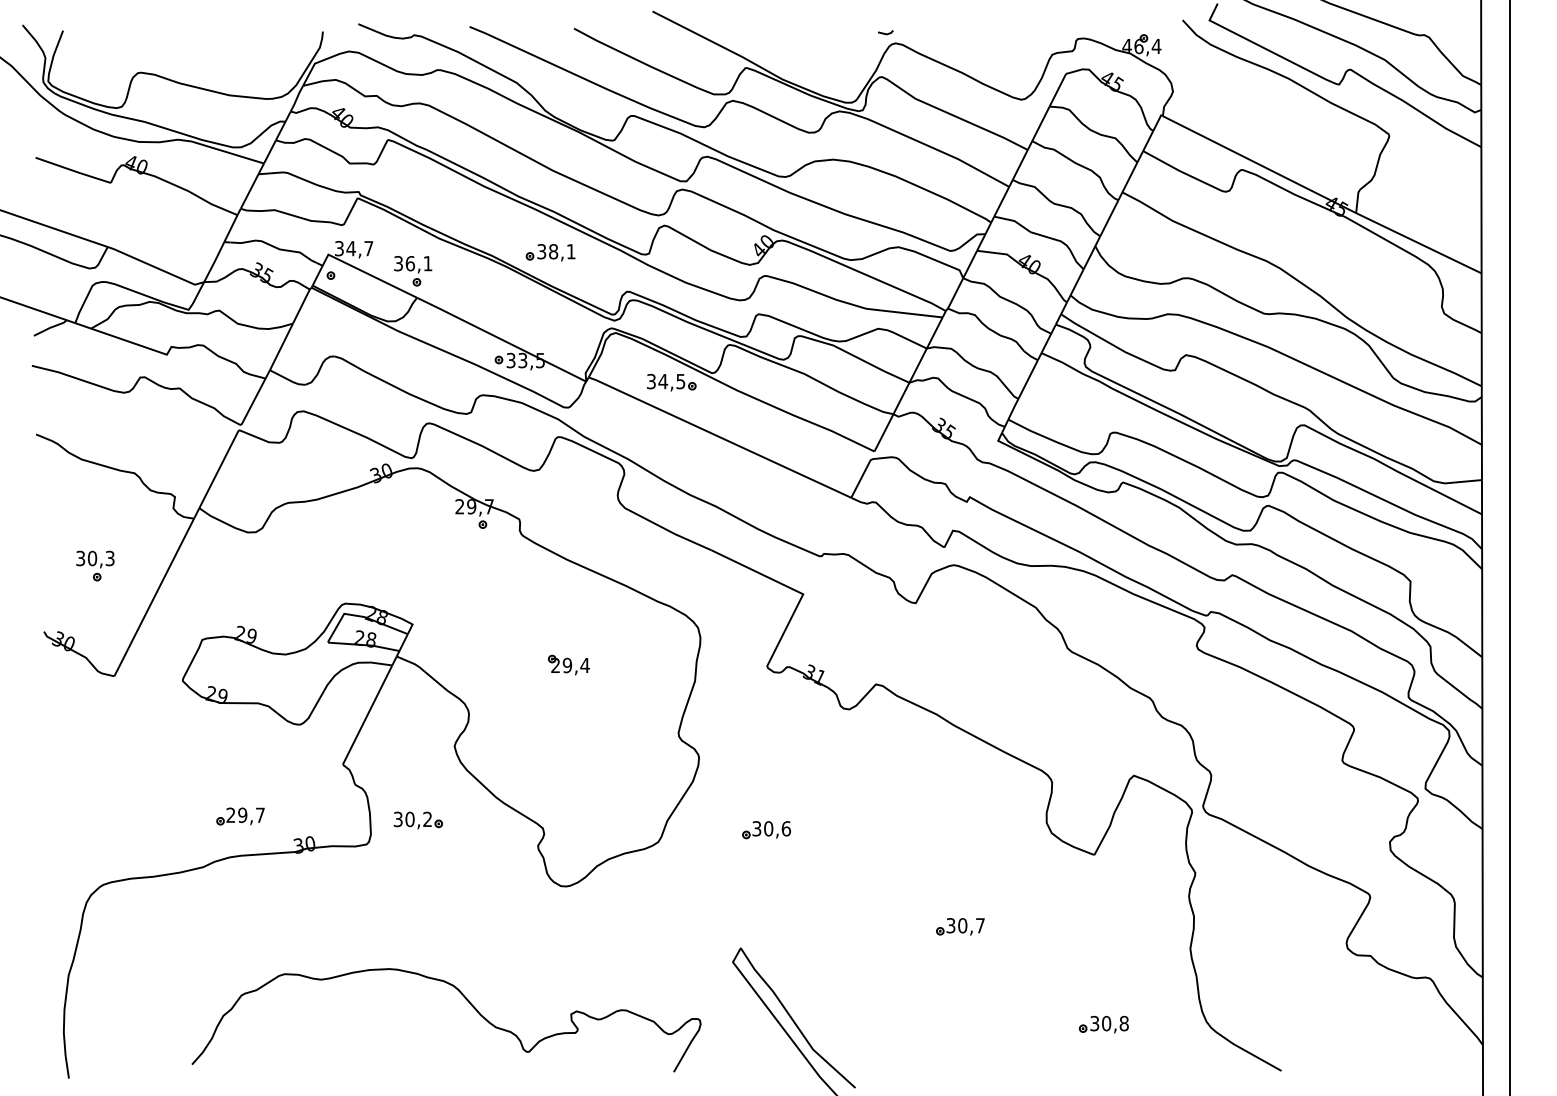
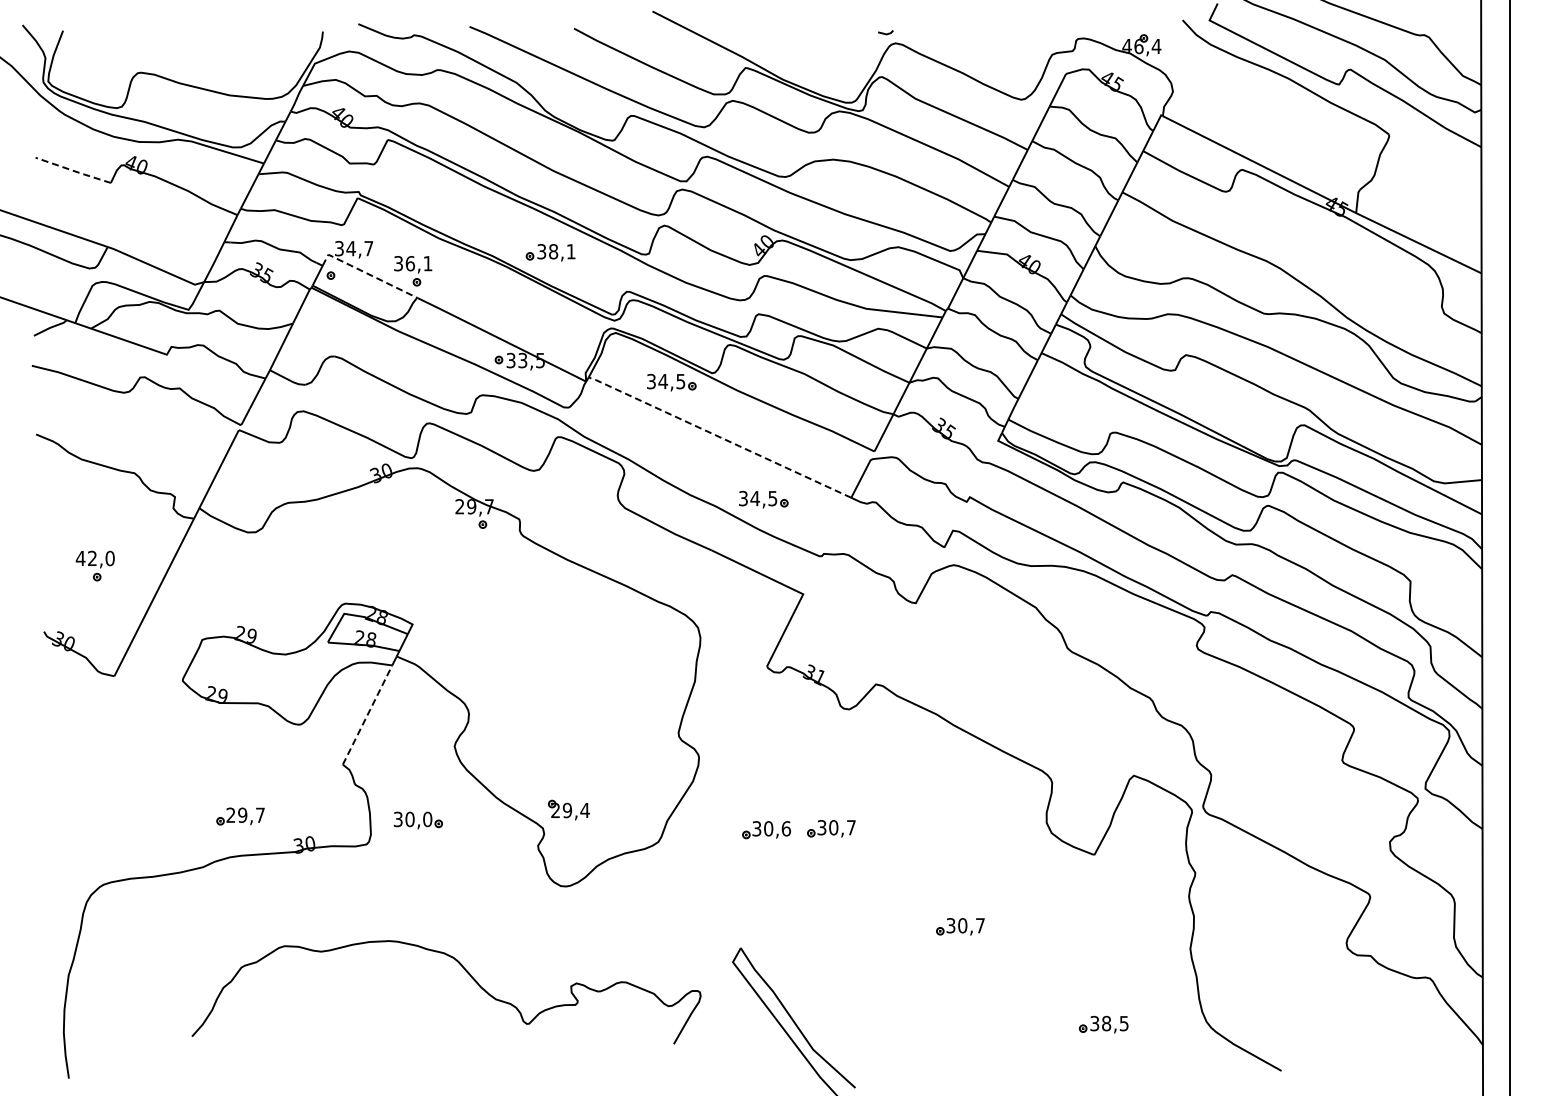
line at (73, 170): solid -> dashed
line at (366, 273): solid -> dashed
line at (719, 436): solid -> dashed
part at (763, 499): none -> present
text at (94, 558): 30,3 -> 42,0
part at (568, 664) position: (568, 664) -> (568, 809)
line at (367, 714): solid -> dashed
text at (427, 819): 30,2 -> 30,0
part at (831, 828): none -> present
curve at (466, 1000) position: (466, 1000) -> (466, 972)
text at (1115, 1023): 30,8 -> 38,5
